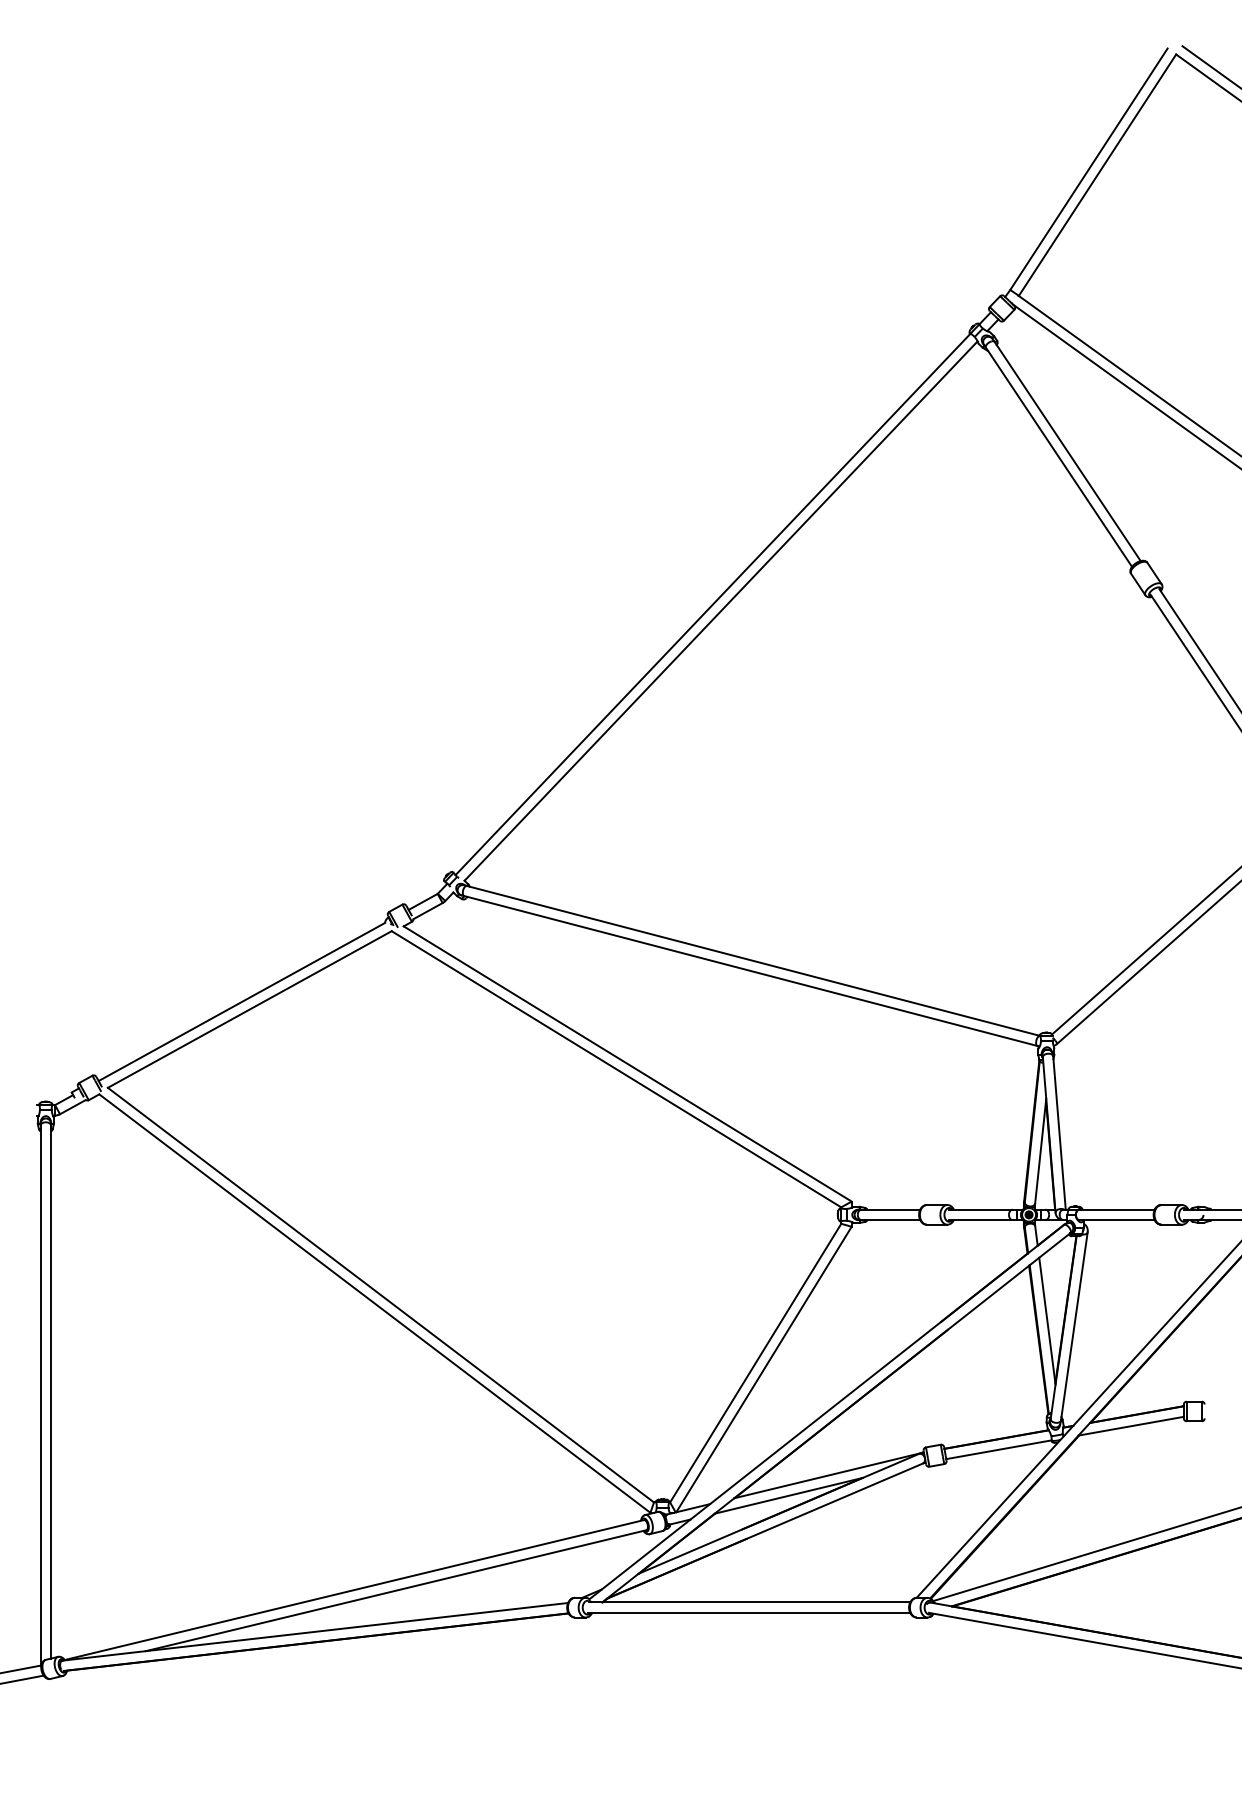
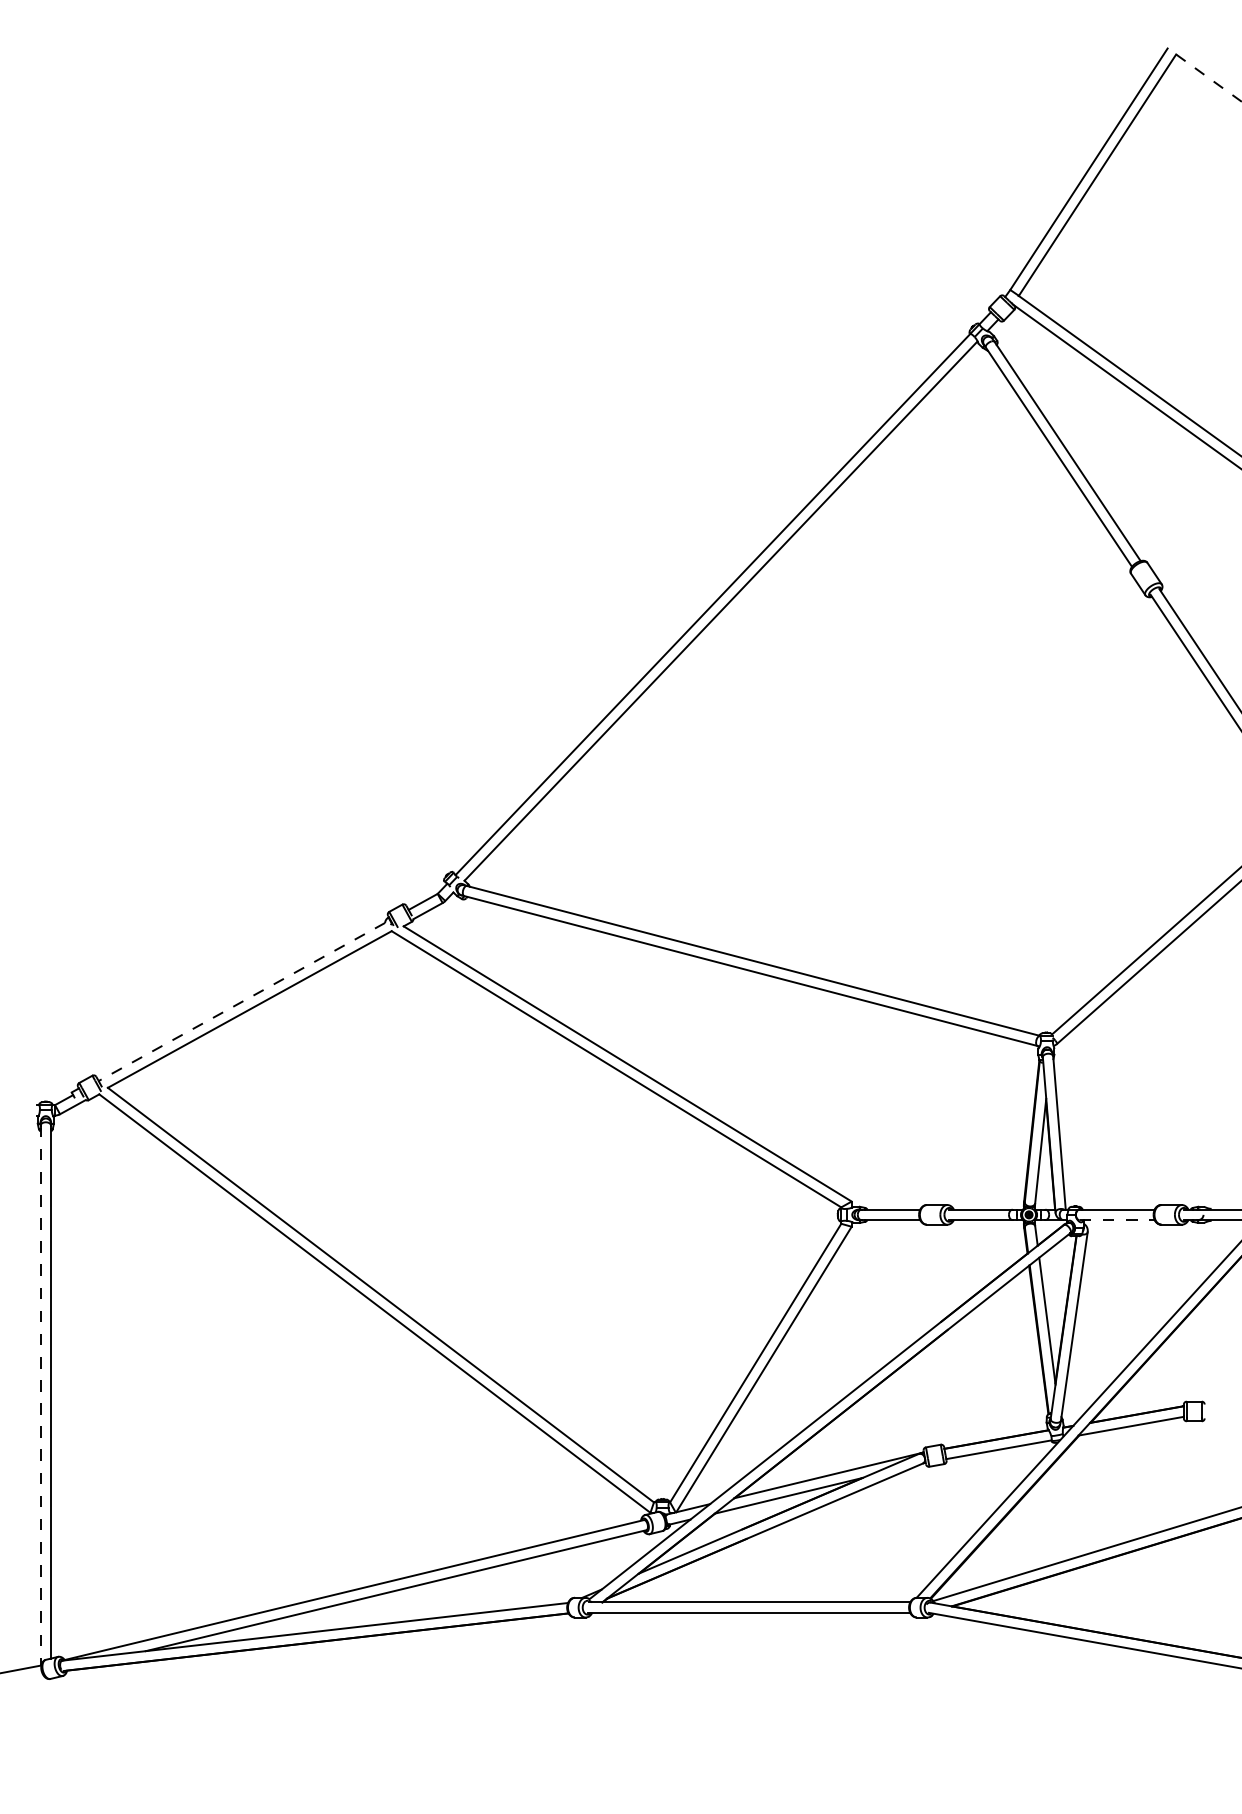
line at (1210, 66): present -> none
line at (1209, 78): solid -> dashed
line at (241, 1001): solid -> dashed
line at (1117, 1220): solid -> dashed
line at (40, 1395): solid -> dashed
line at (22, 1679): present -> none
